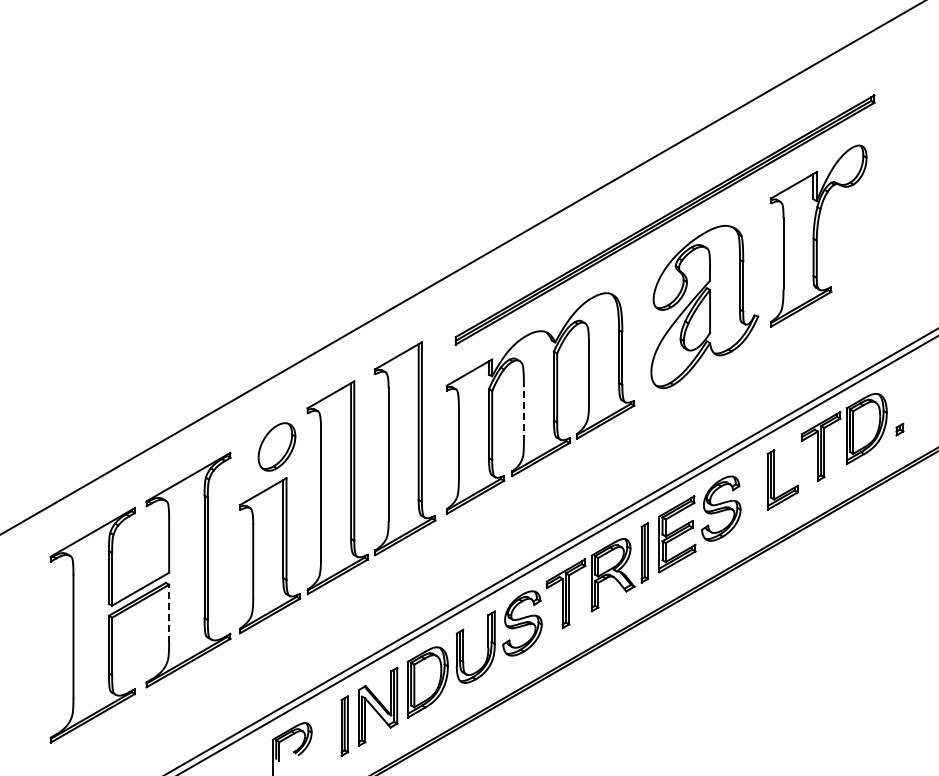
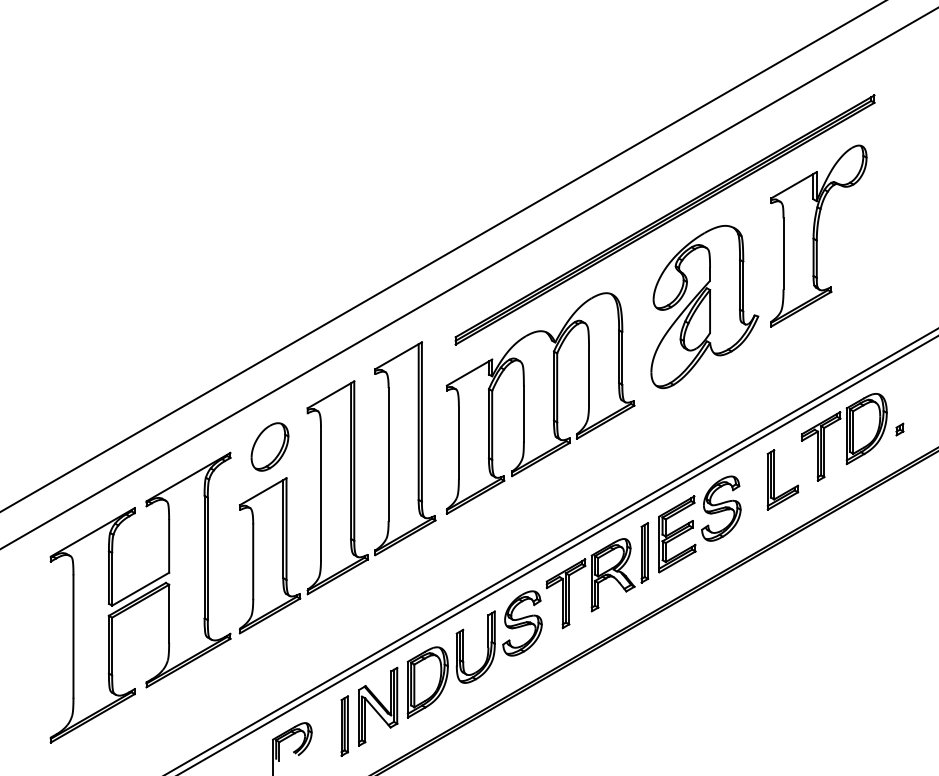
line at (442, 256): none -> present
line at (462, 267) position: (462, 267) -> (468, 278)
line at (523, 413): dashed -> solid
part at (276, 446) position: (276, 446) -> (269, 446)
line at (169, 613): dashed -> solid
